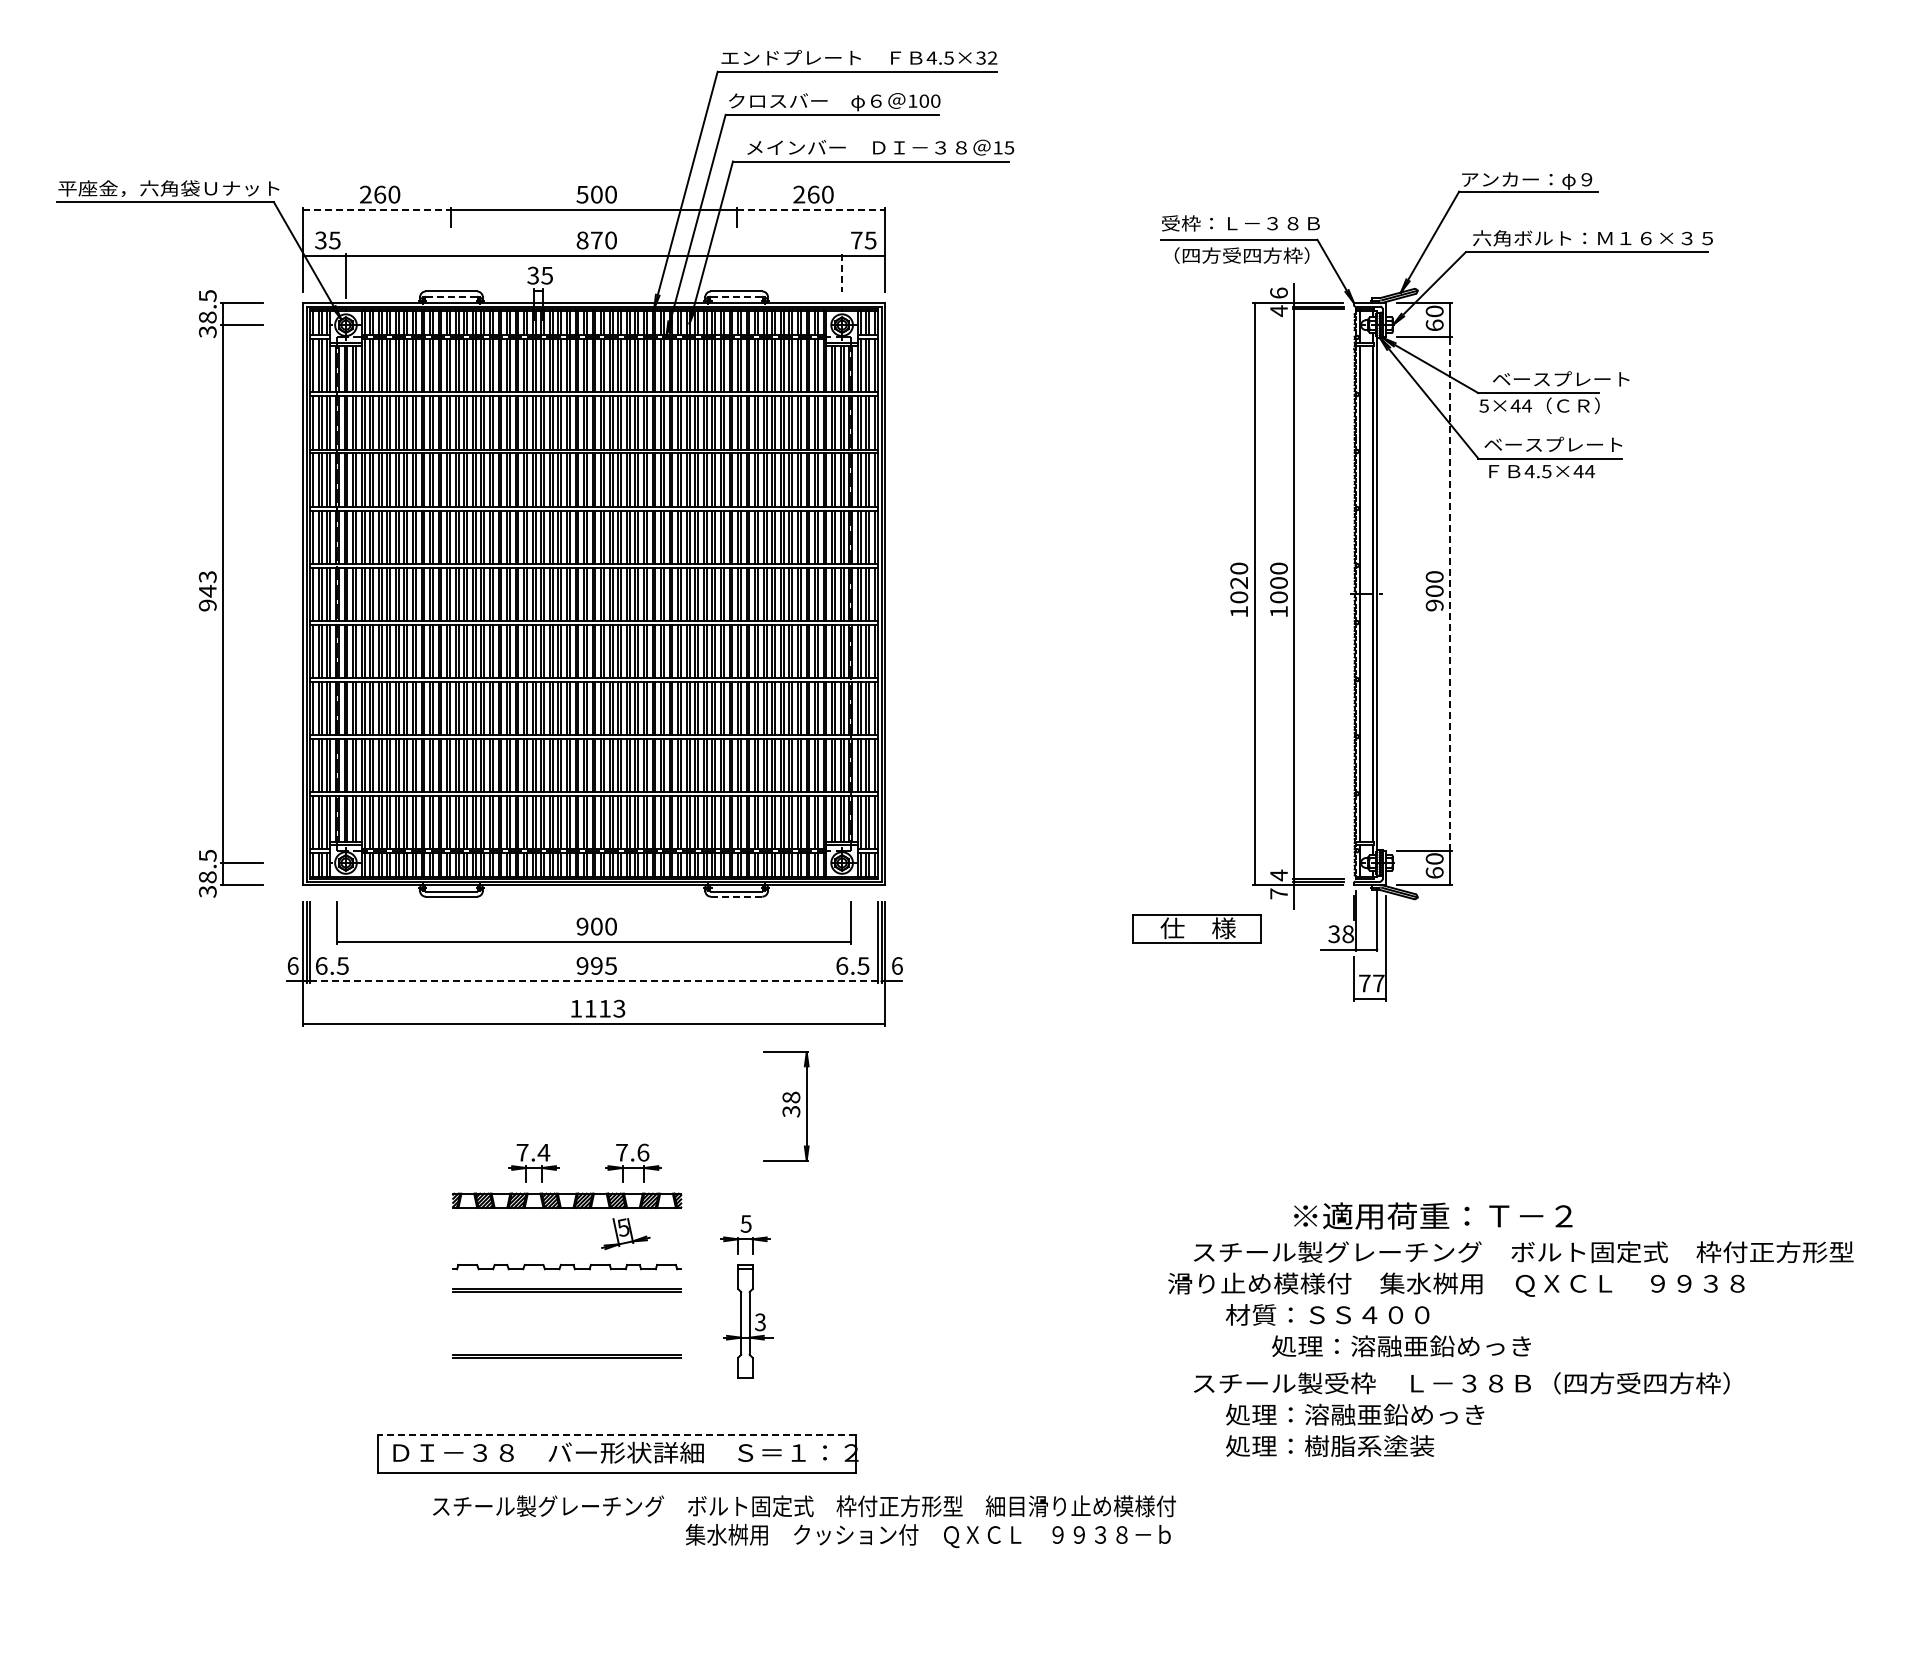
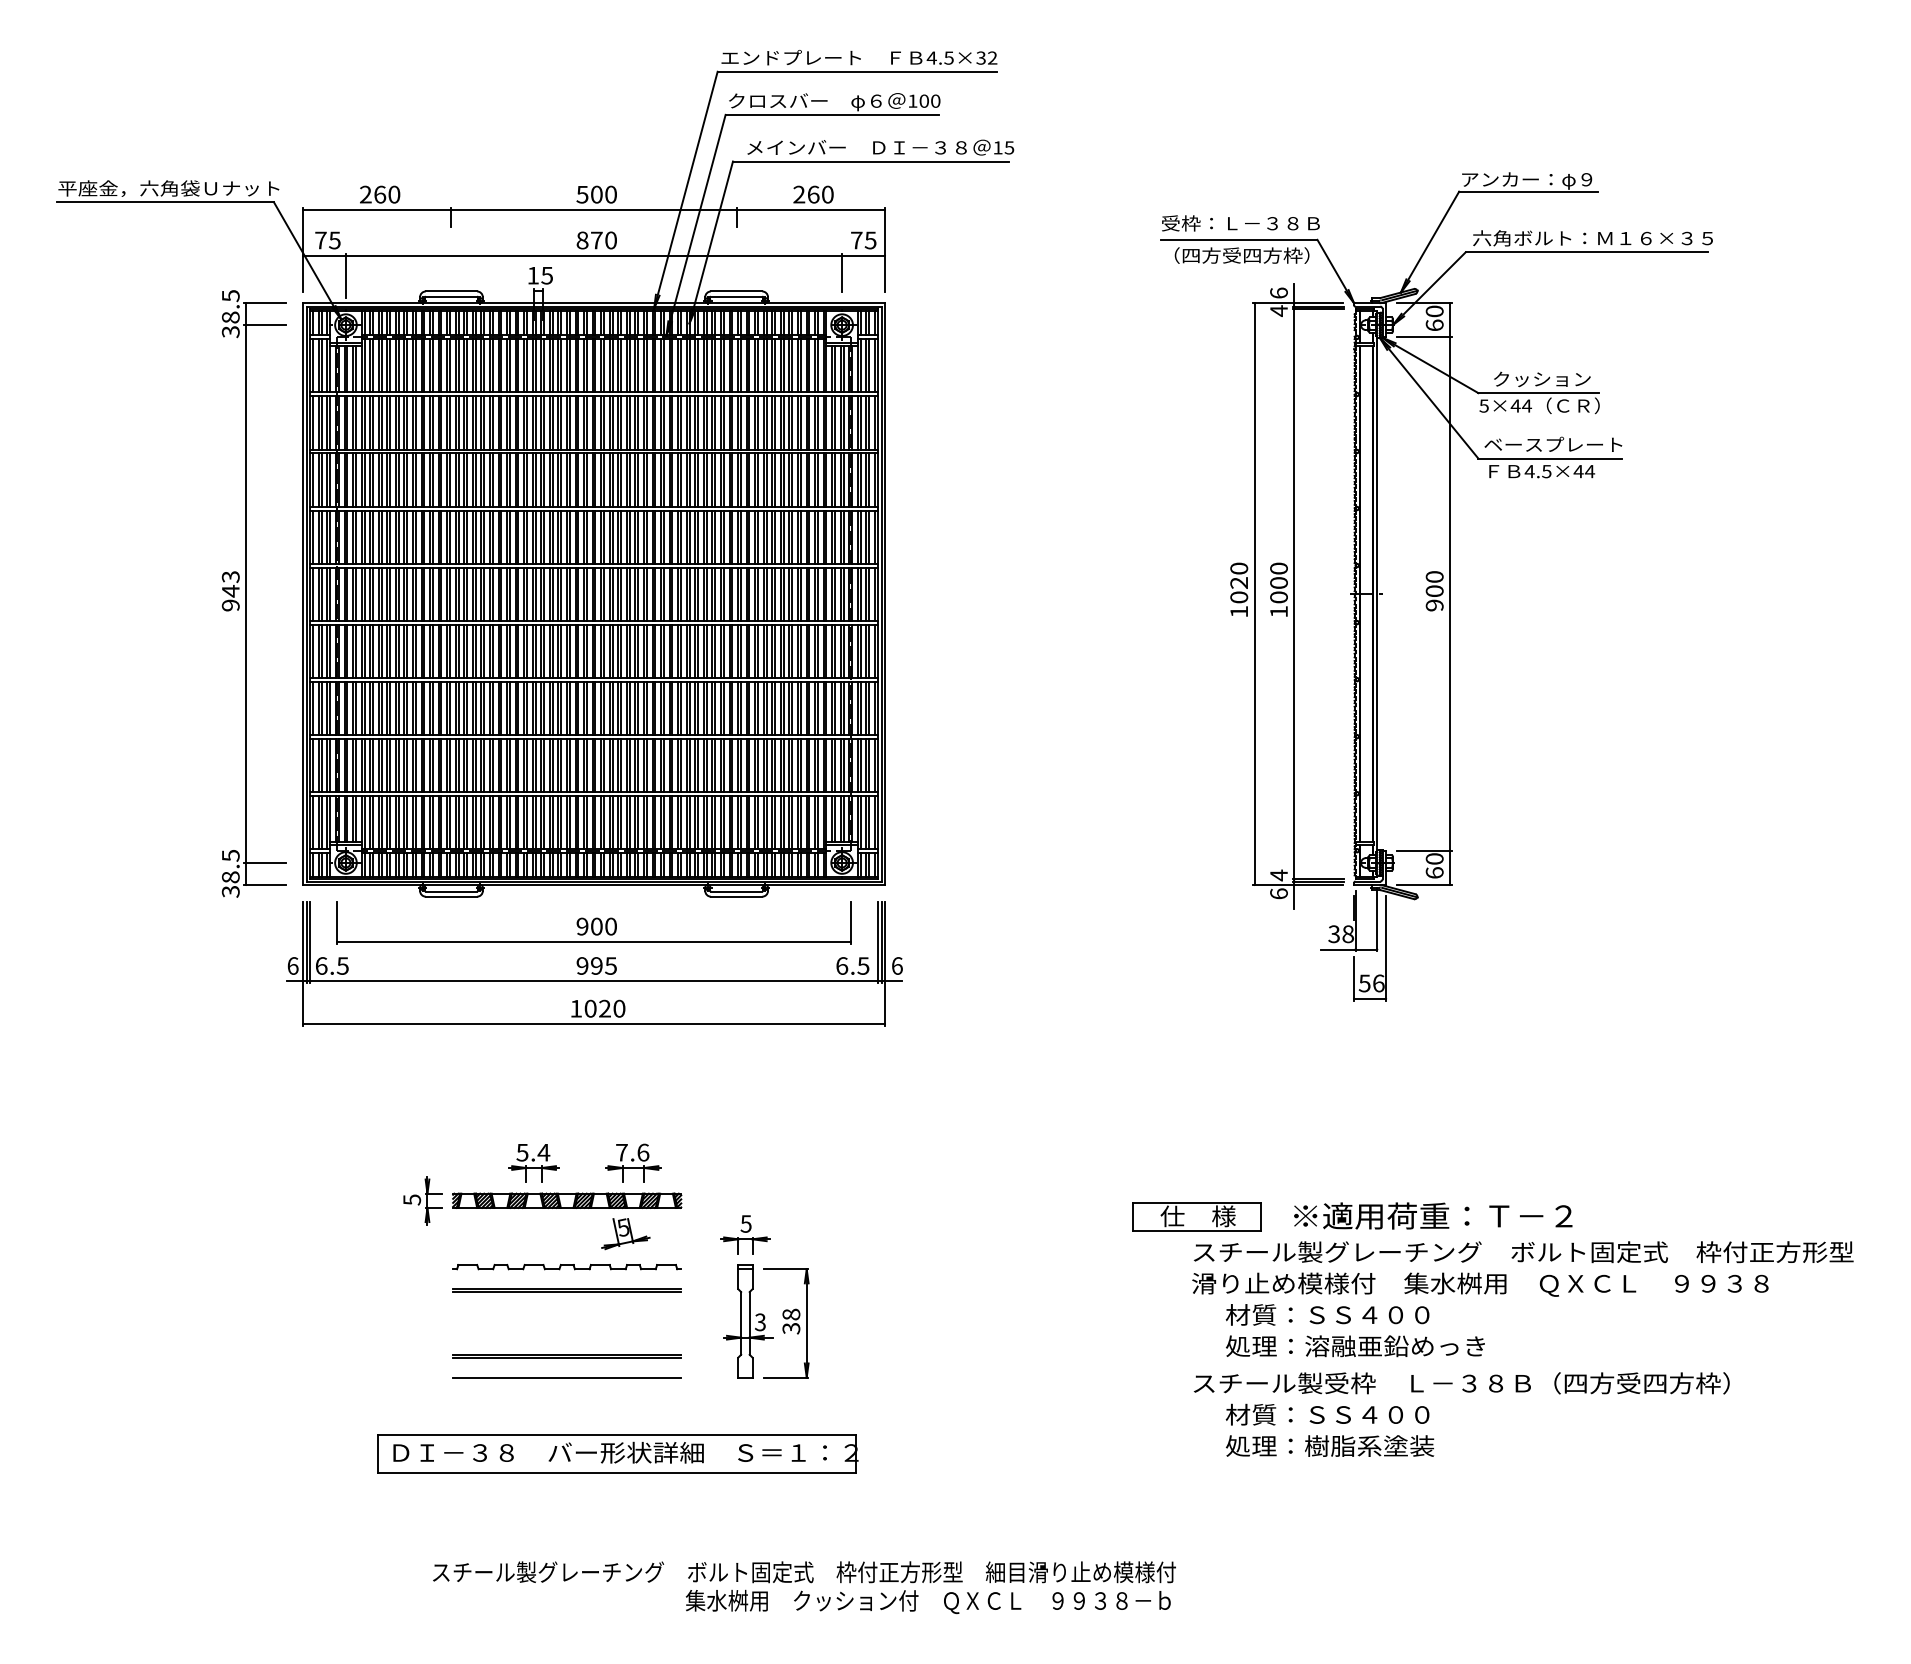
line at (377, 210): dashed -> solid
line at (811, 210): dashed -> solid
text at (320, 240): 35 -> 75
line at (842, 272): dashed -> solid
text at (532, 275): 35 -> 15
line at (451, 296): dashed -> solid
line at (736, 296): dashed -> solid
text at (1561, 379): ベースプレート -> クッション
part at (223, 593) position: (223, 593) -> (246, 593)
line at (1450, 594): dashed -> solid
text at (1278, 893): 7 -> 6
line at (736, 896): dashed -> solid
part at (1196, 928) position: (1196, 928) -> (1196, 1216)
line at (595, 981): dashed -> solid
text at (1371, 983): 77 -> 56
text at (604, 1008): 1113 -> 1020
part at (786, 1106) position: (786, 1106) -> (786, 1323)
text at (522, 1152): 7.4 -> 5.4
part at (422, 1200): none -> present
text at (1456, 1284) position: (1456, 1284) -> (1480, 1284)
text at (1401, 1346) position: (1401, 1346) -> (1355, 1346)
line at (567, 1377): none -> present
text at (1354, 1414): 処理：溶融亜鉛めっき -> 材質：ＳＳ４００
line at (616, 1434): dashed -> solid
text at (804, 1521) position: (804, 1521) -> (804, 1587)
